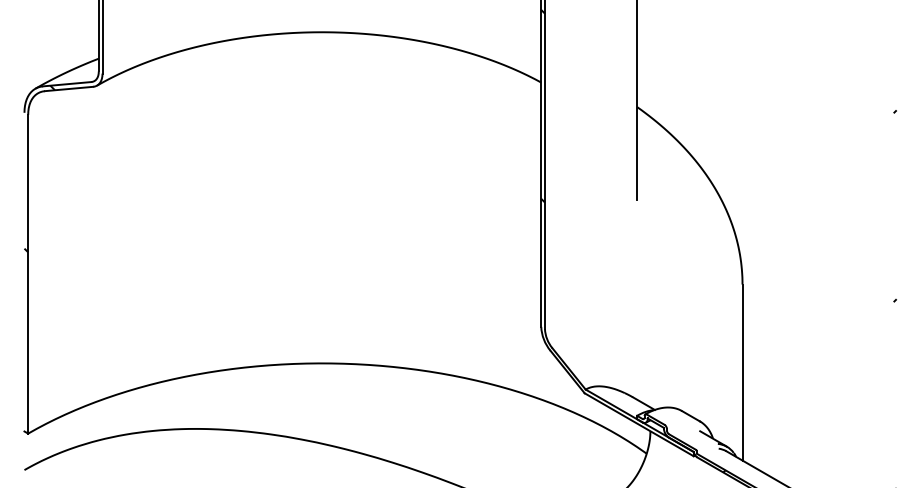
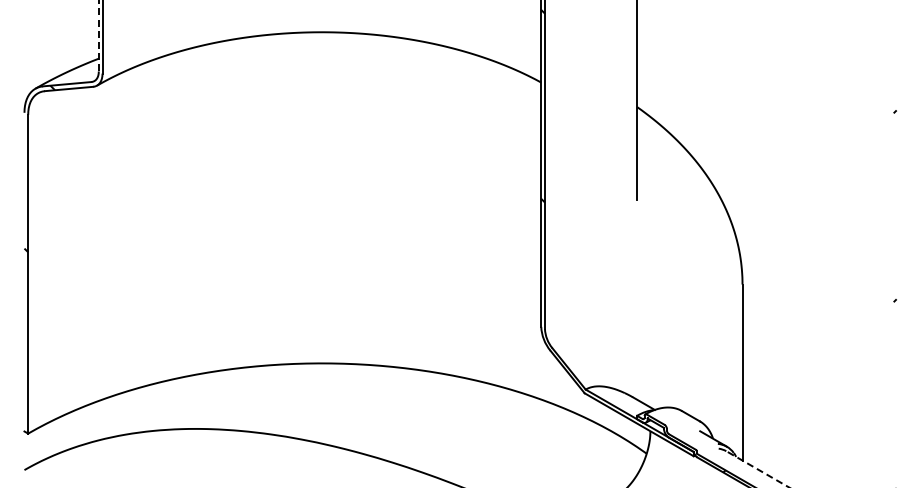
line at (98, 35): solid -> dashed
line at (757, 469): solid -> dashed
